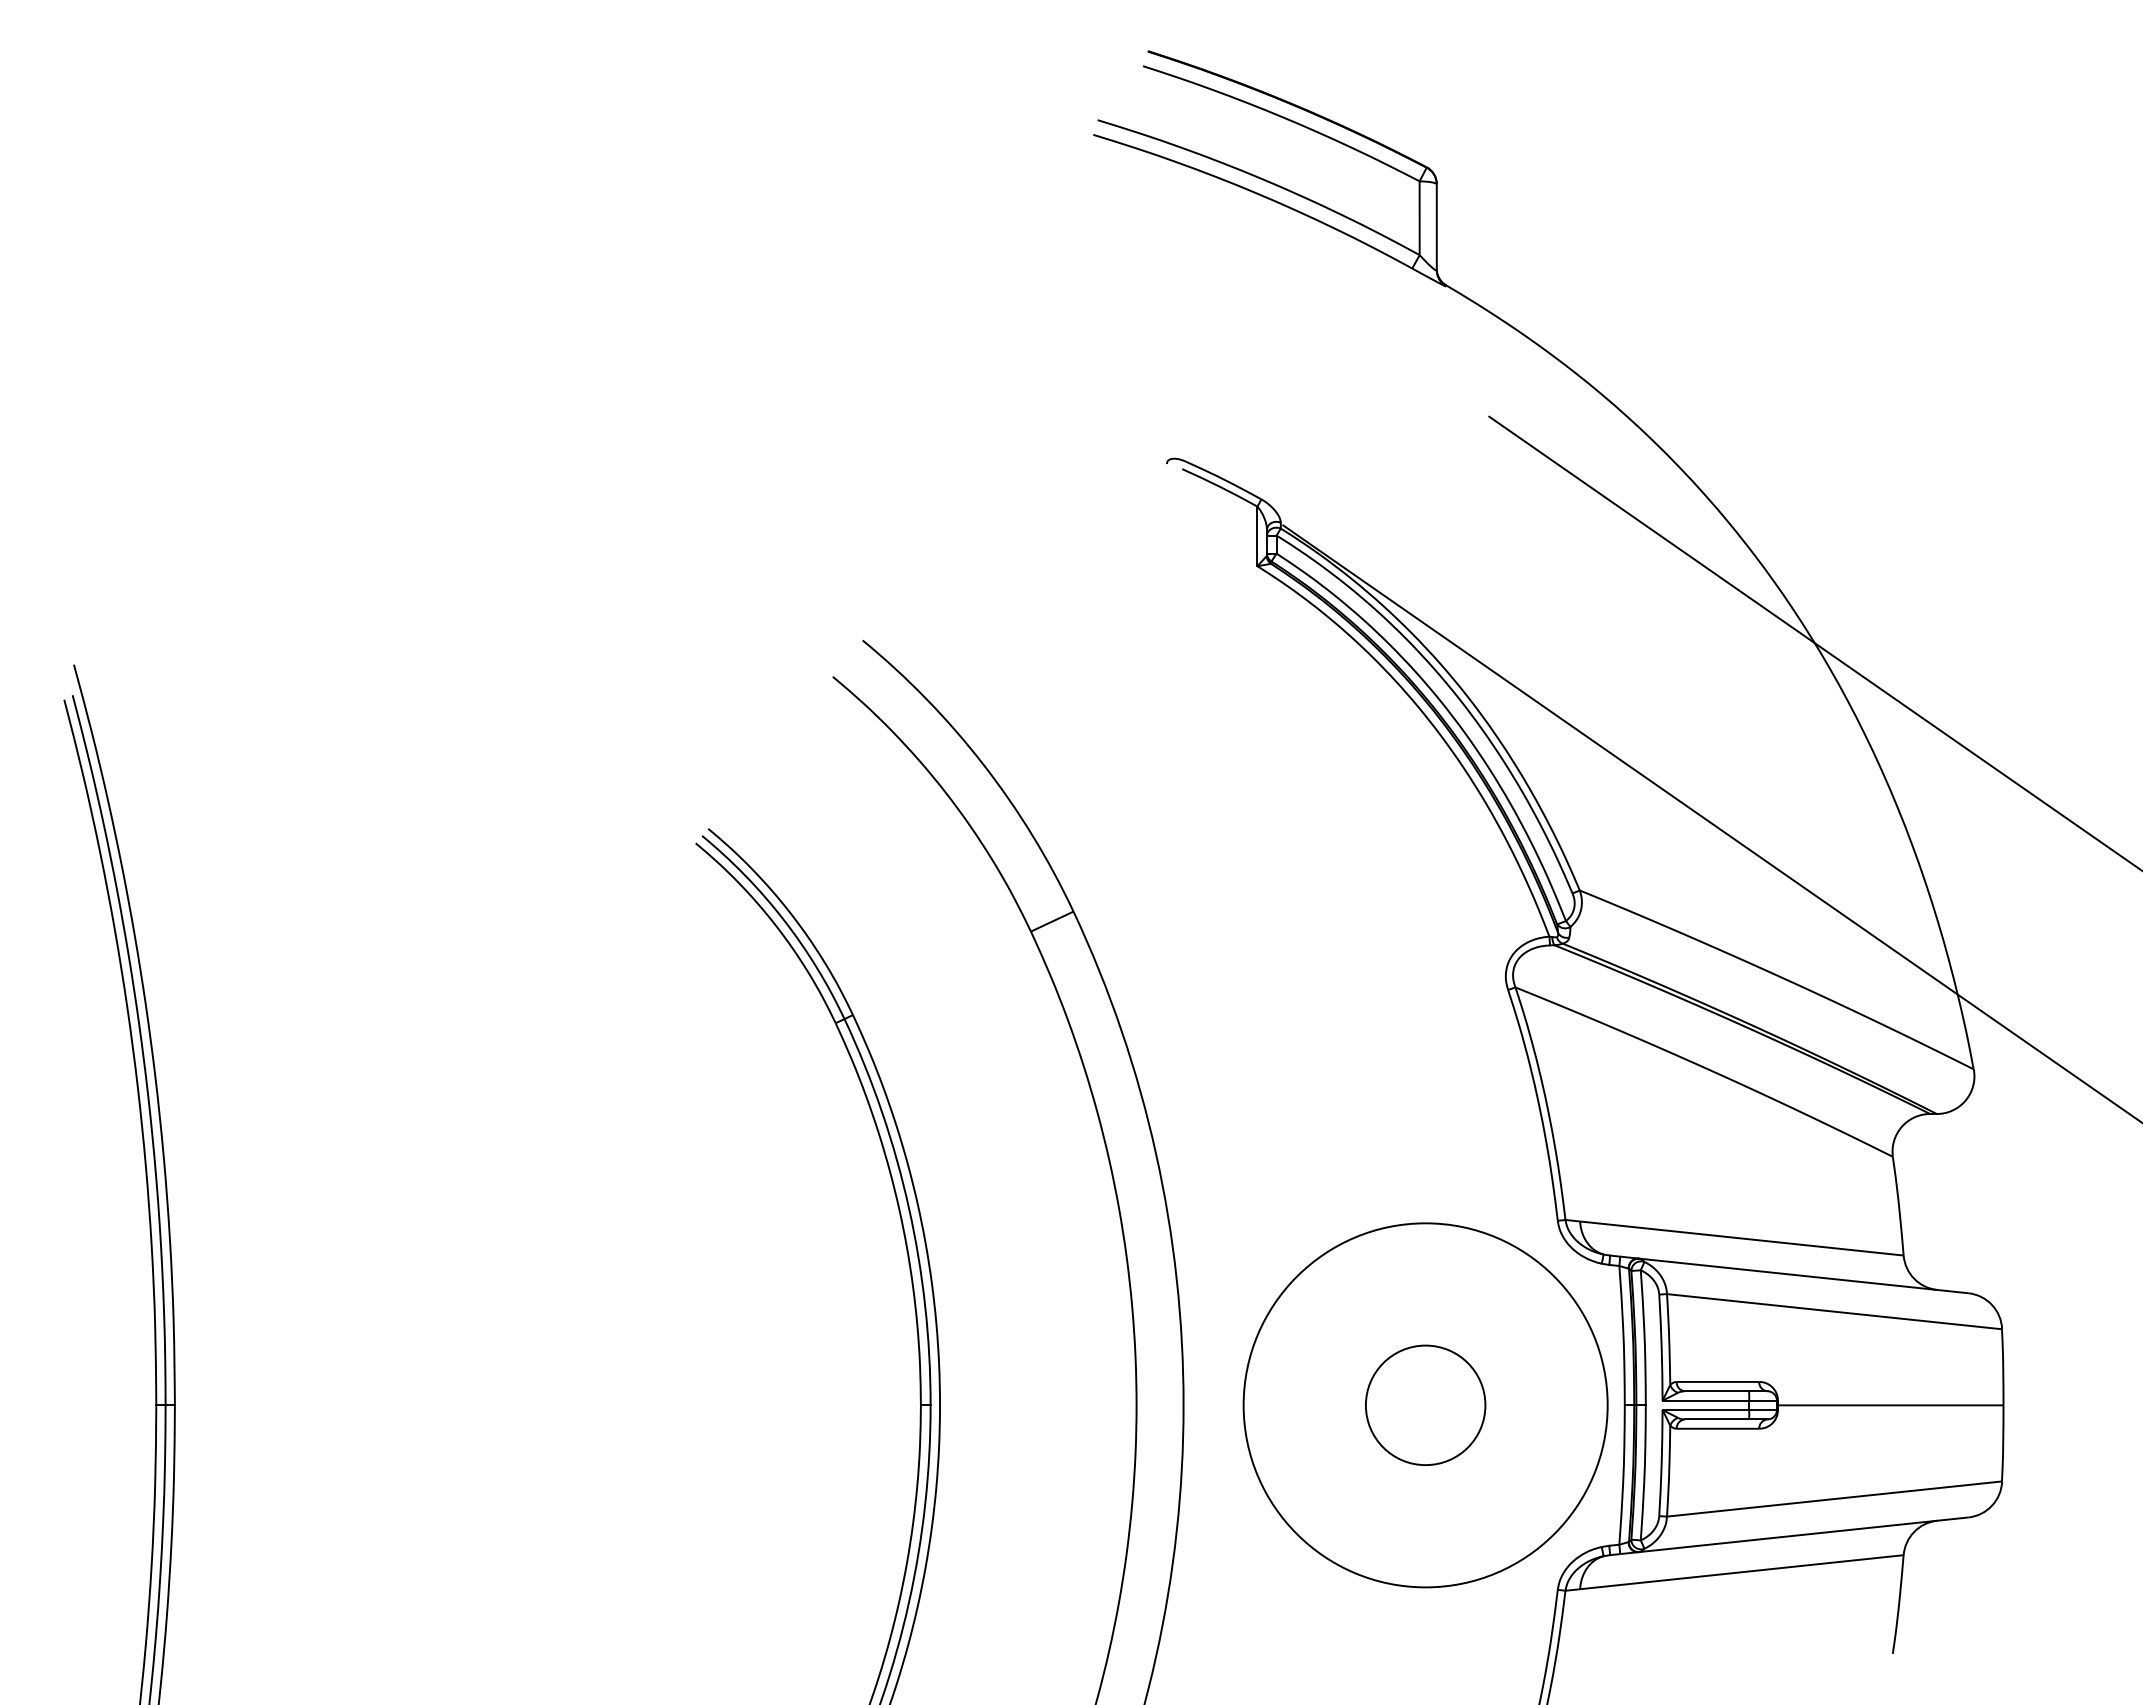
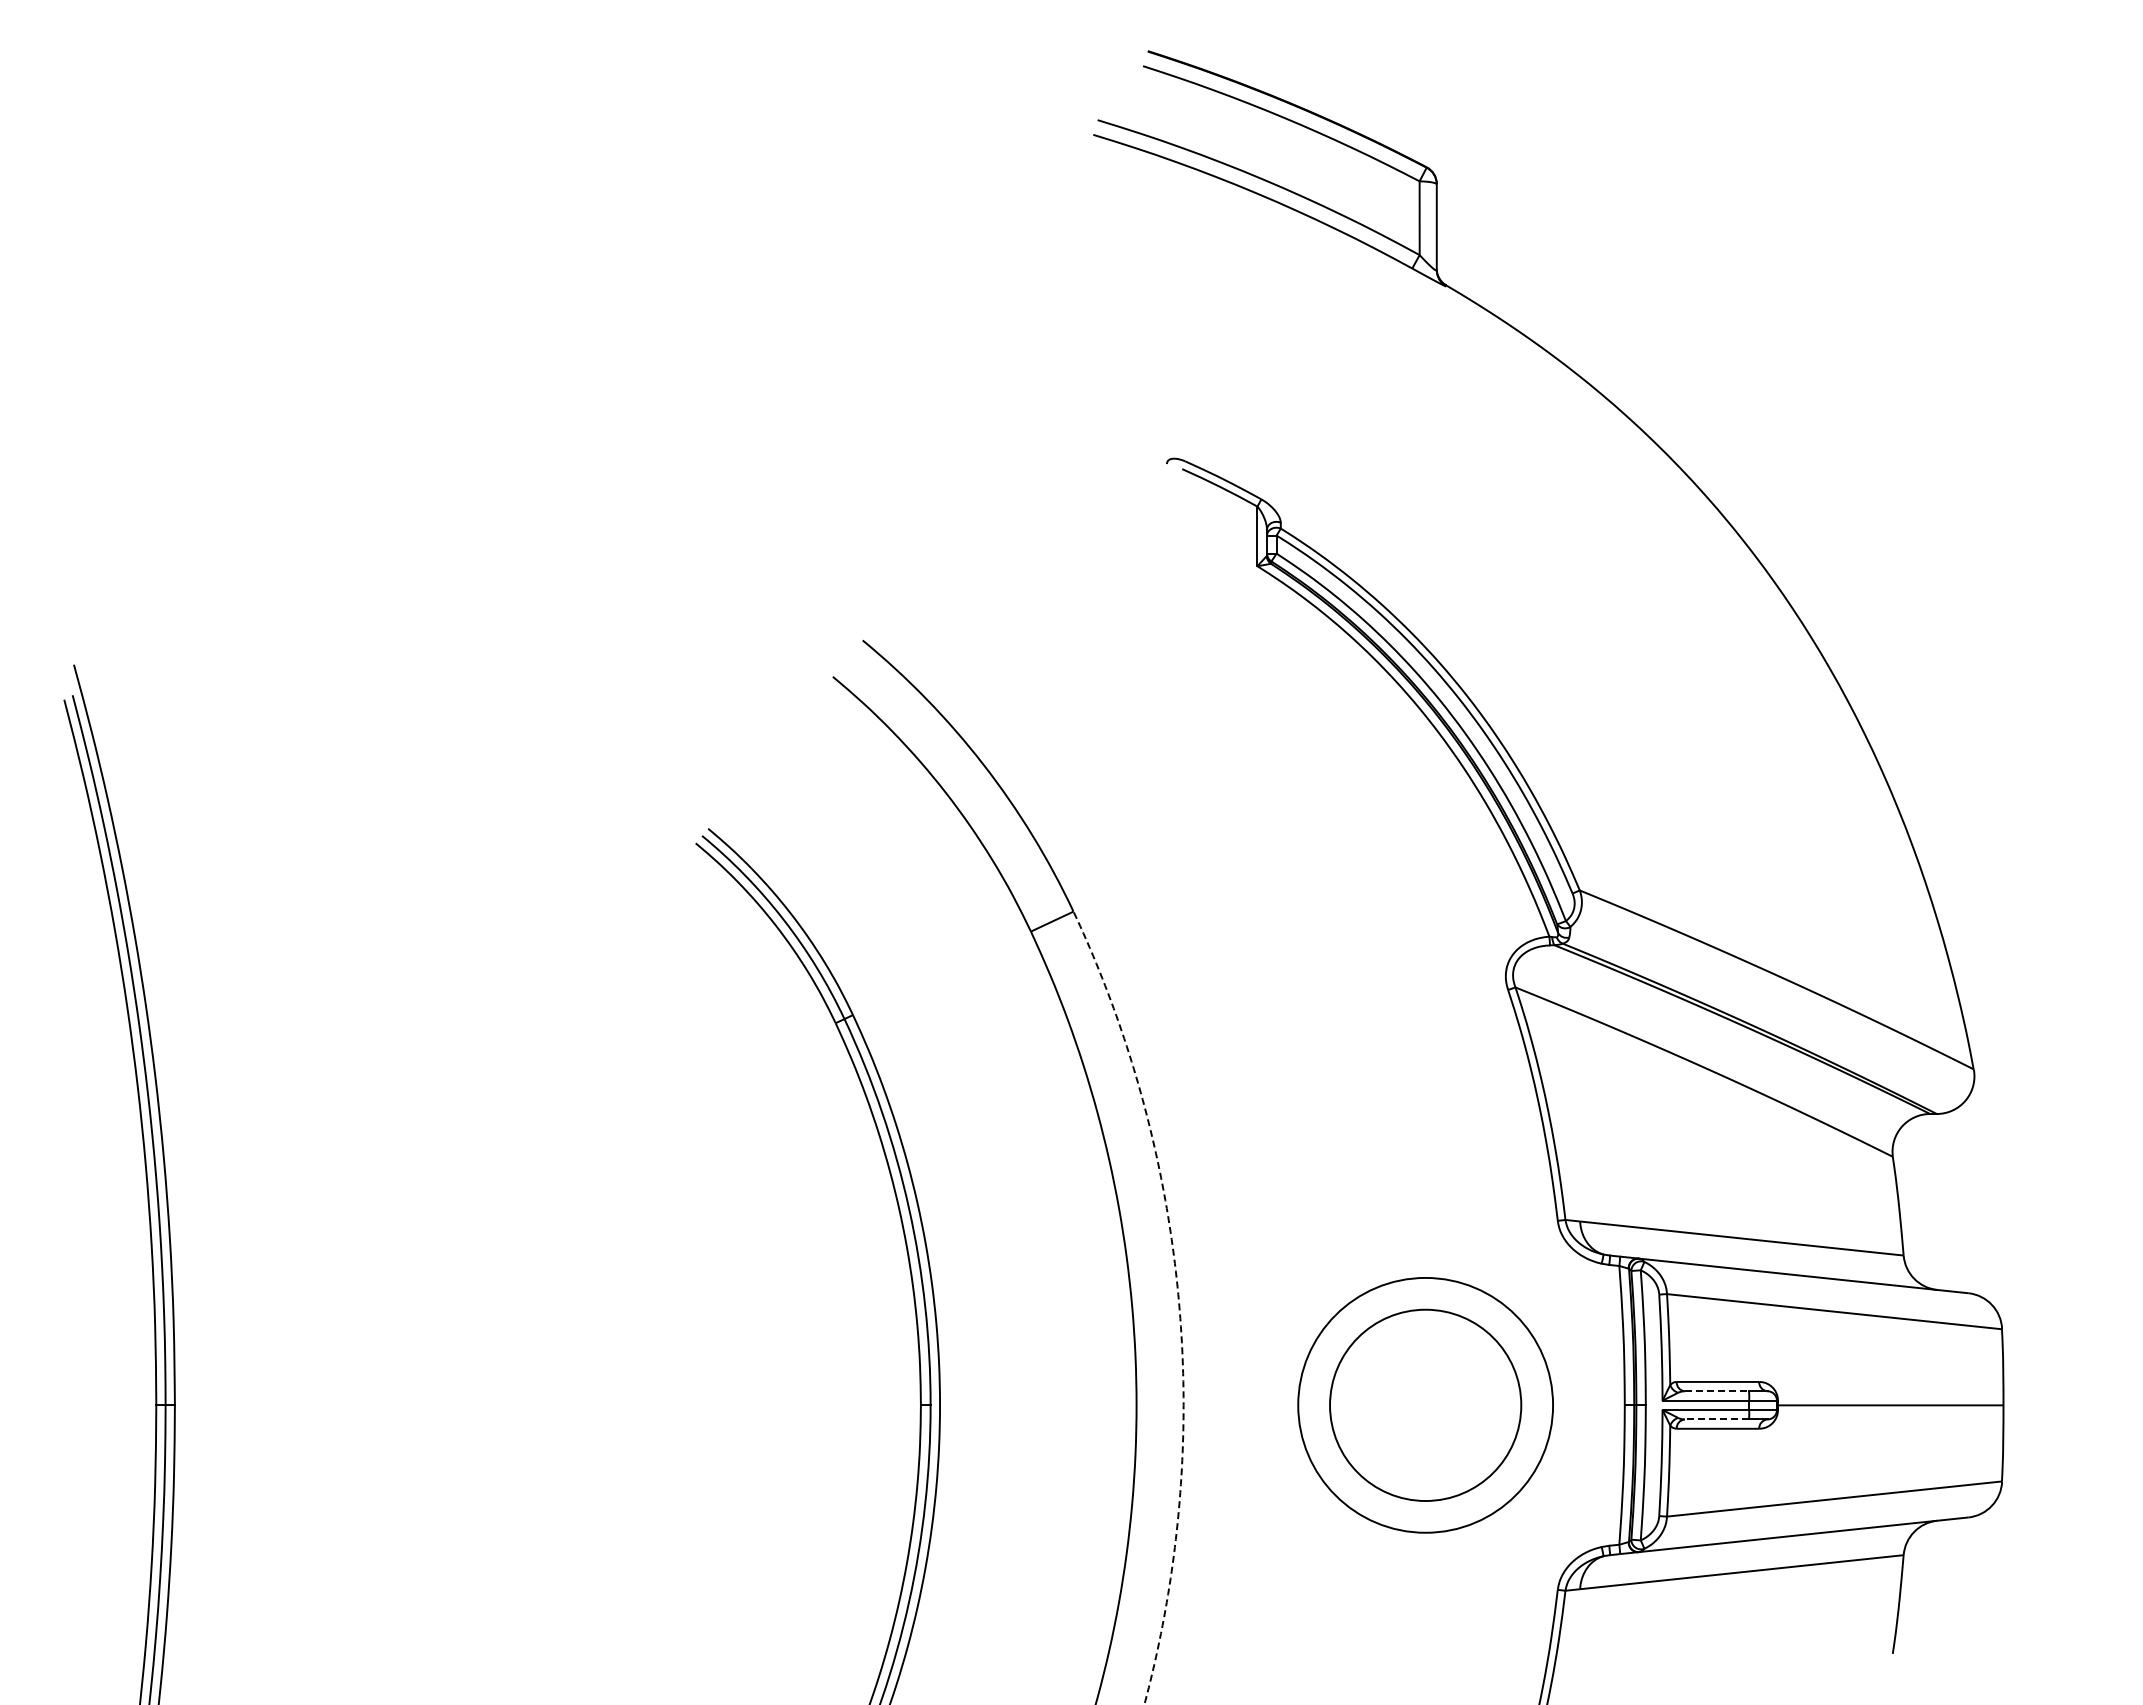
line at (1814, 642): present -> none
line at (1711, 823): present -> none
arc at (1178, 1300): solid -> dashed
line at (1717, 1391): solid -> dashed
circle at (1425, 1405) diameter: 120 px -> 191 px
circle at (1425, 1405) diameter: 364 px -> 255 px
line at (1716, 1419): solid -> dashed
